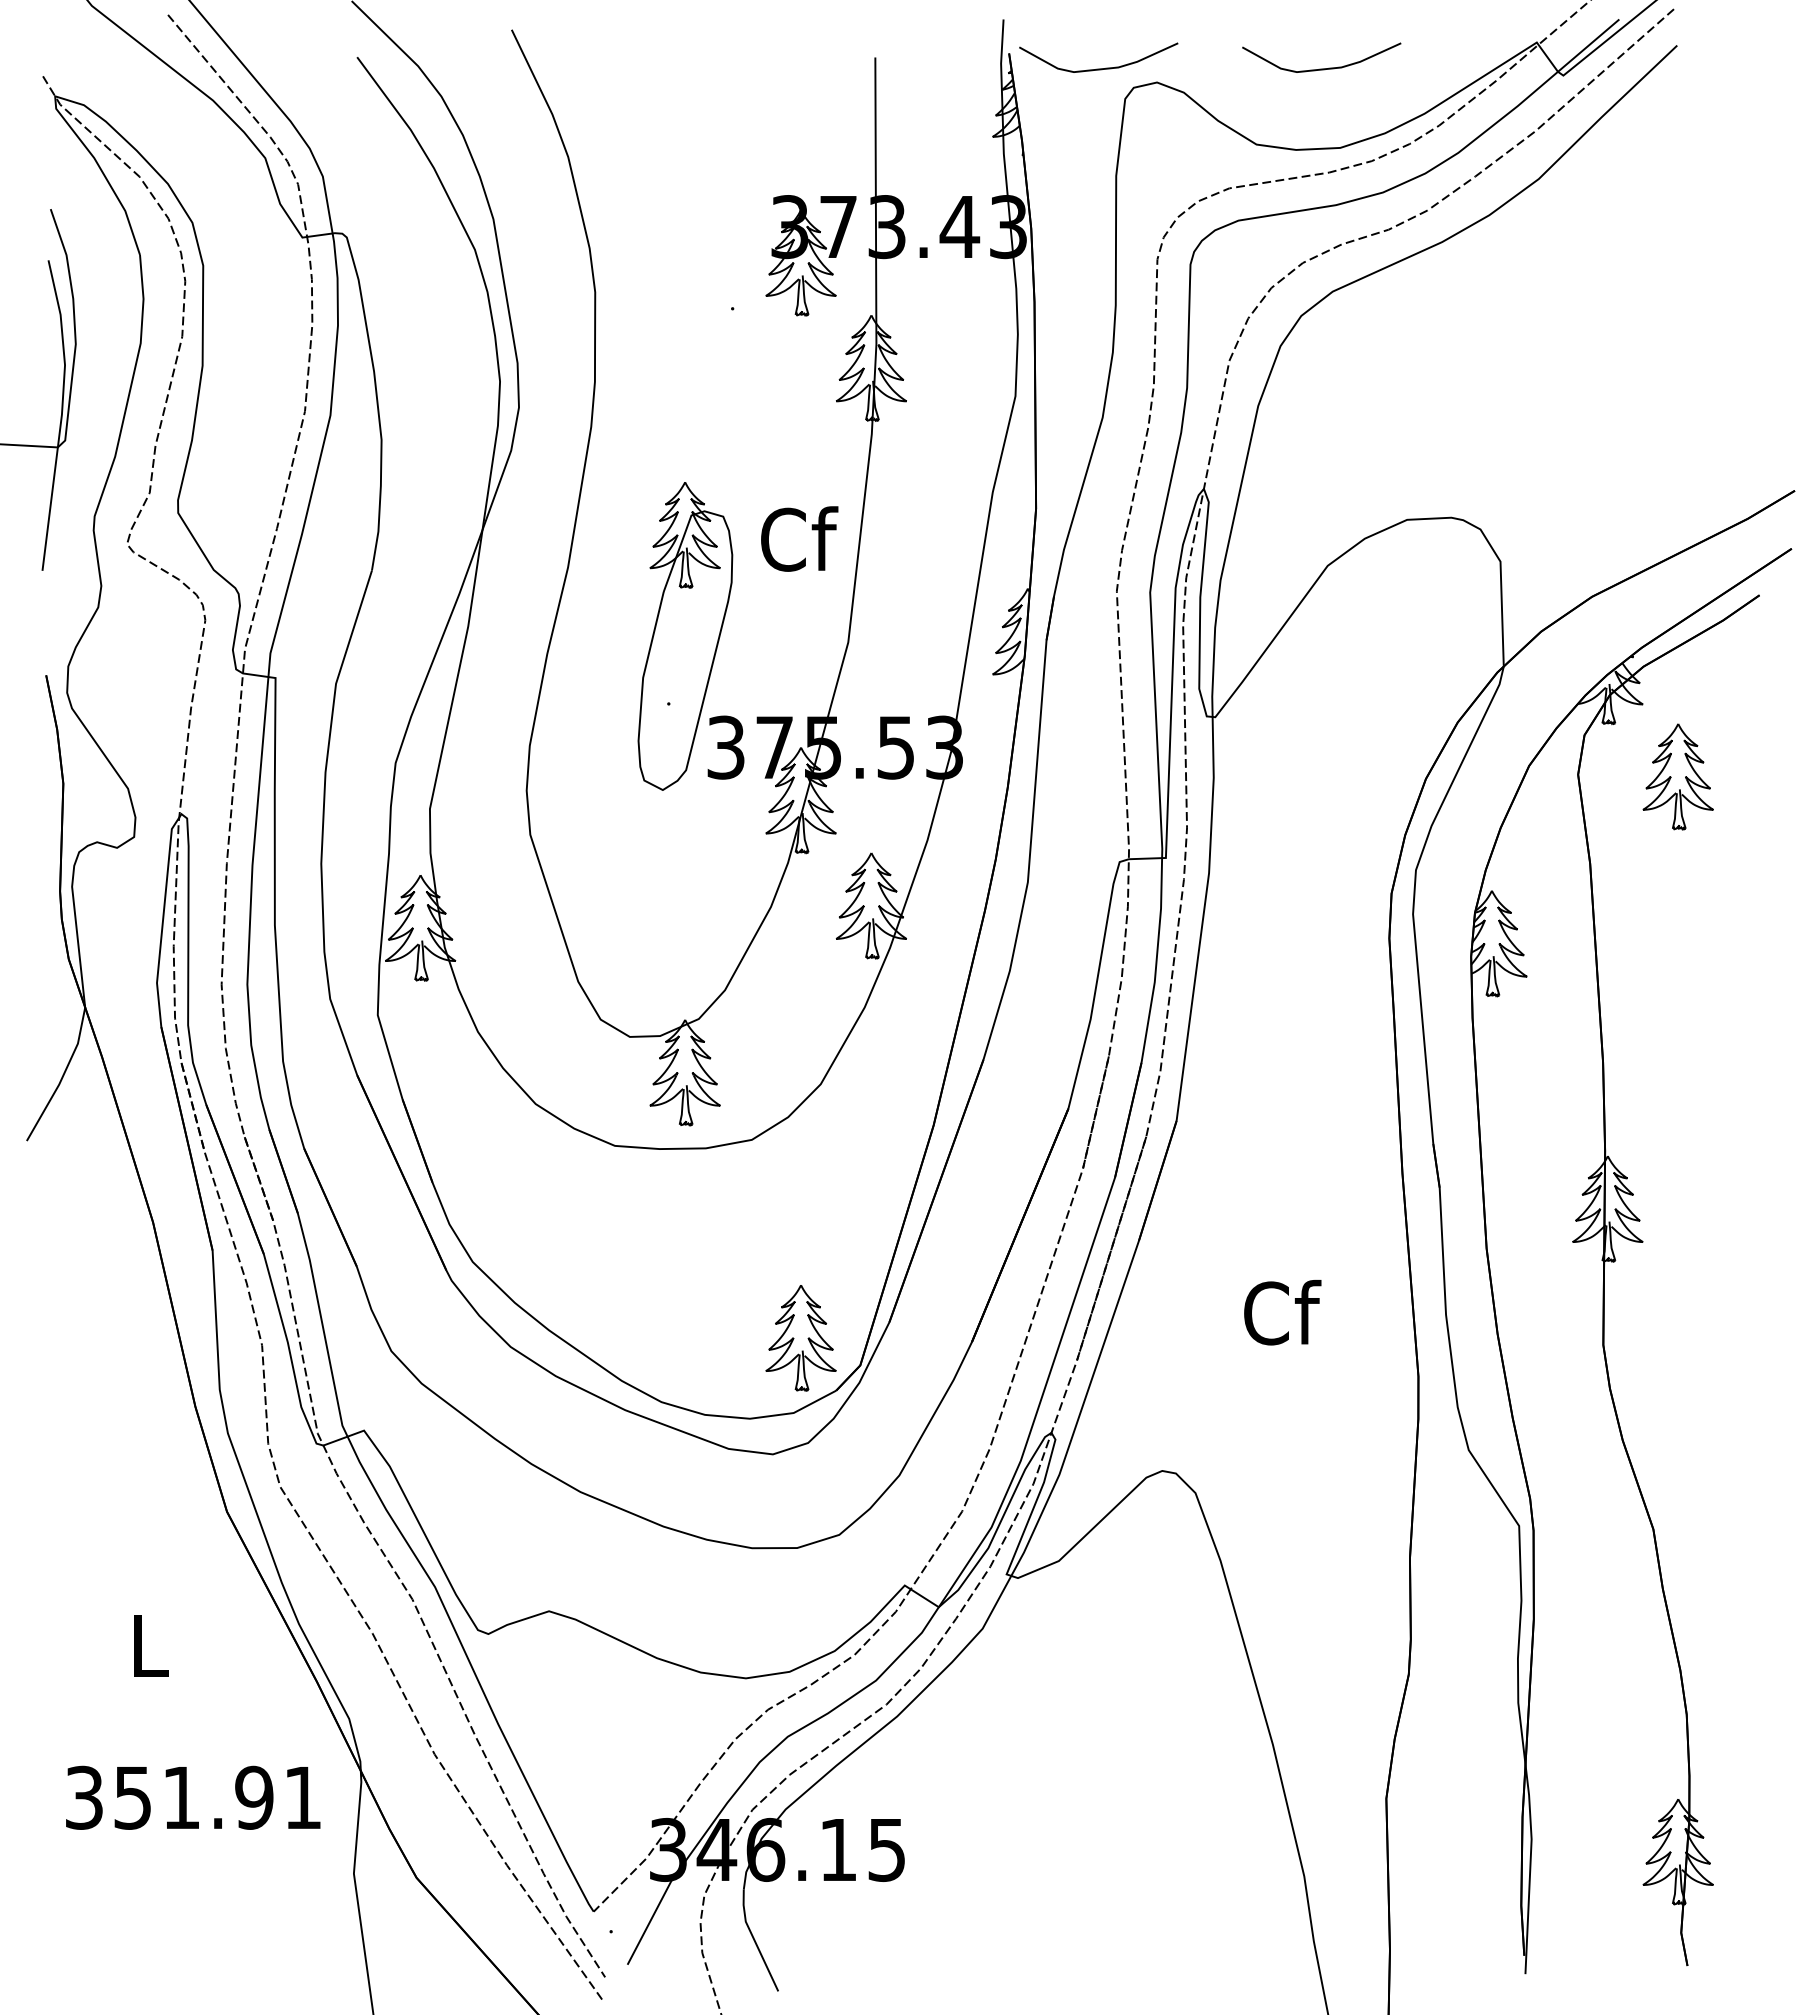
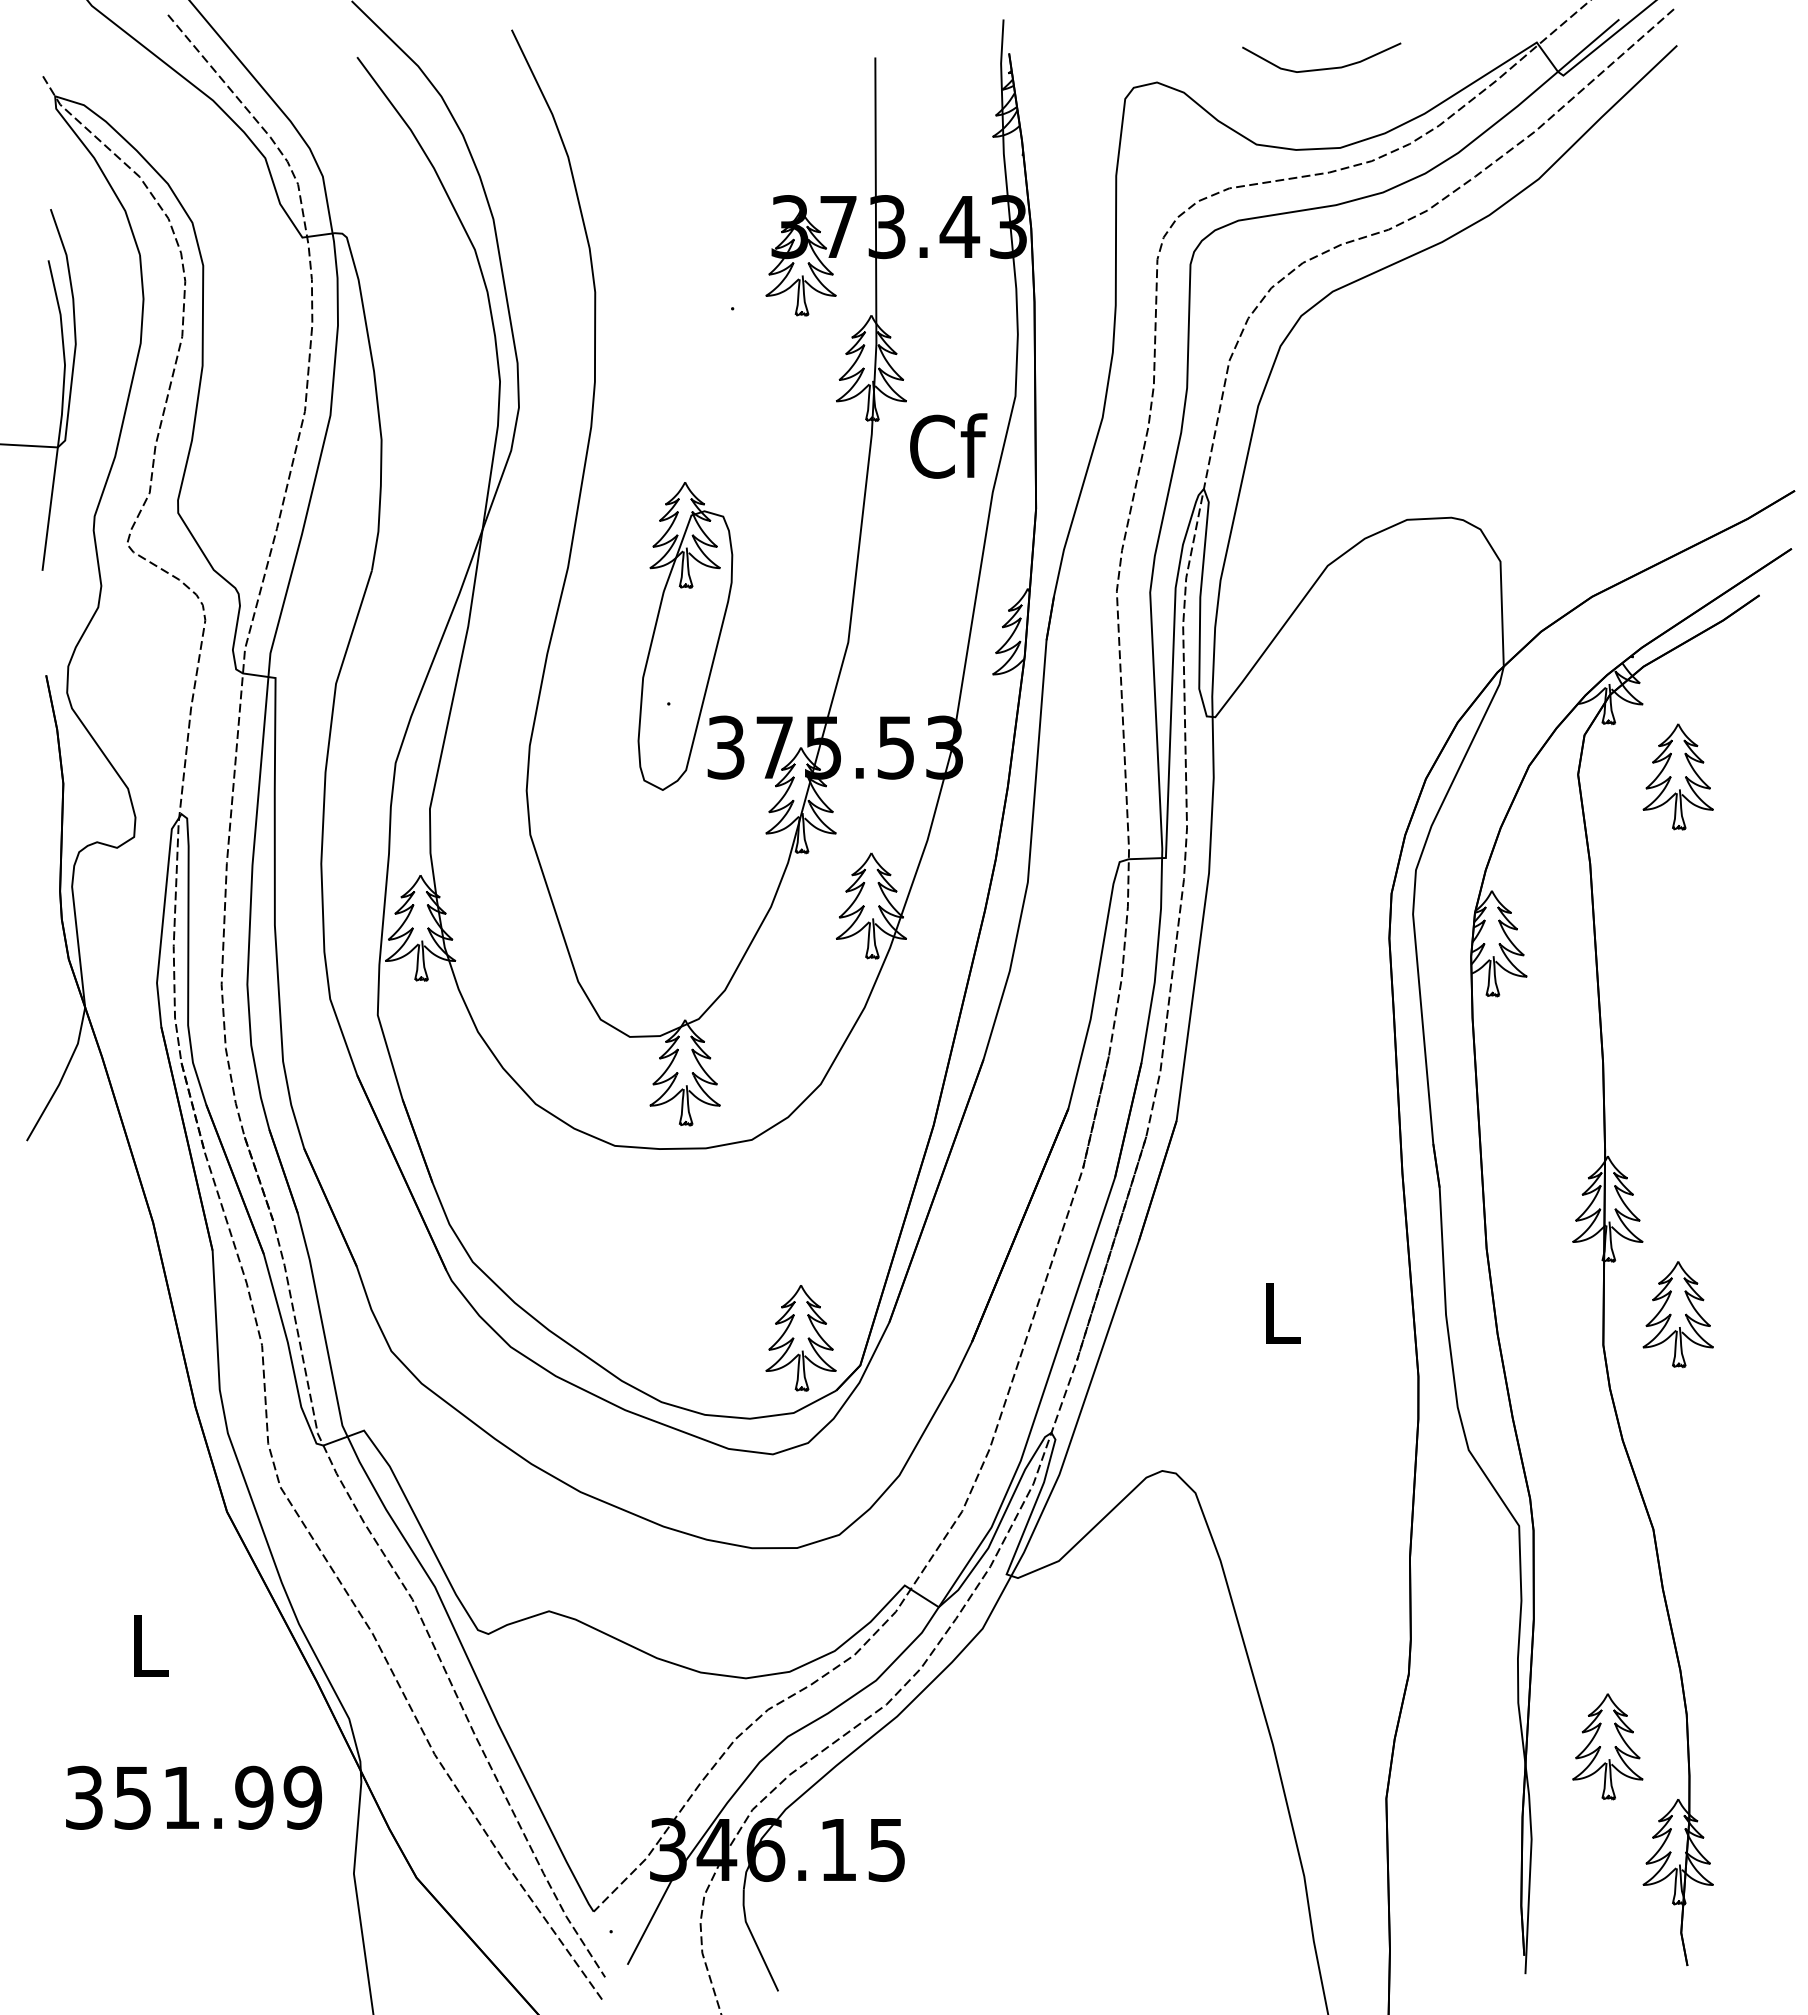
curve at (1098, 68): present -> none
text at (799, 538) position: (799, 538) -> (948, 445)
text at (1282, 1312): Cf -> L
part at (1677, 1314): none -> present
part at (1607, 1746): none -> present
text at (302, 1797): 351.91 -> 351.99
